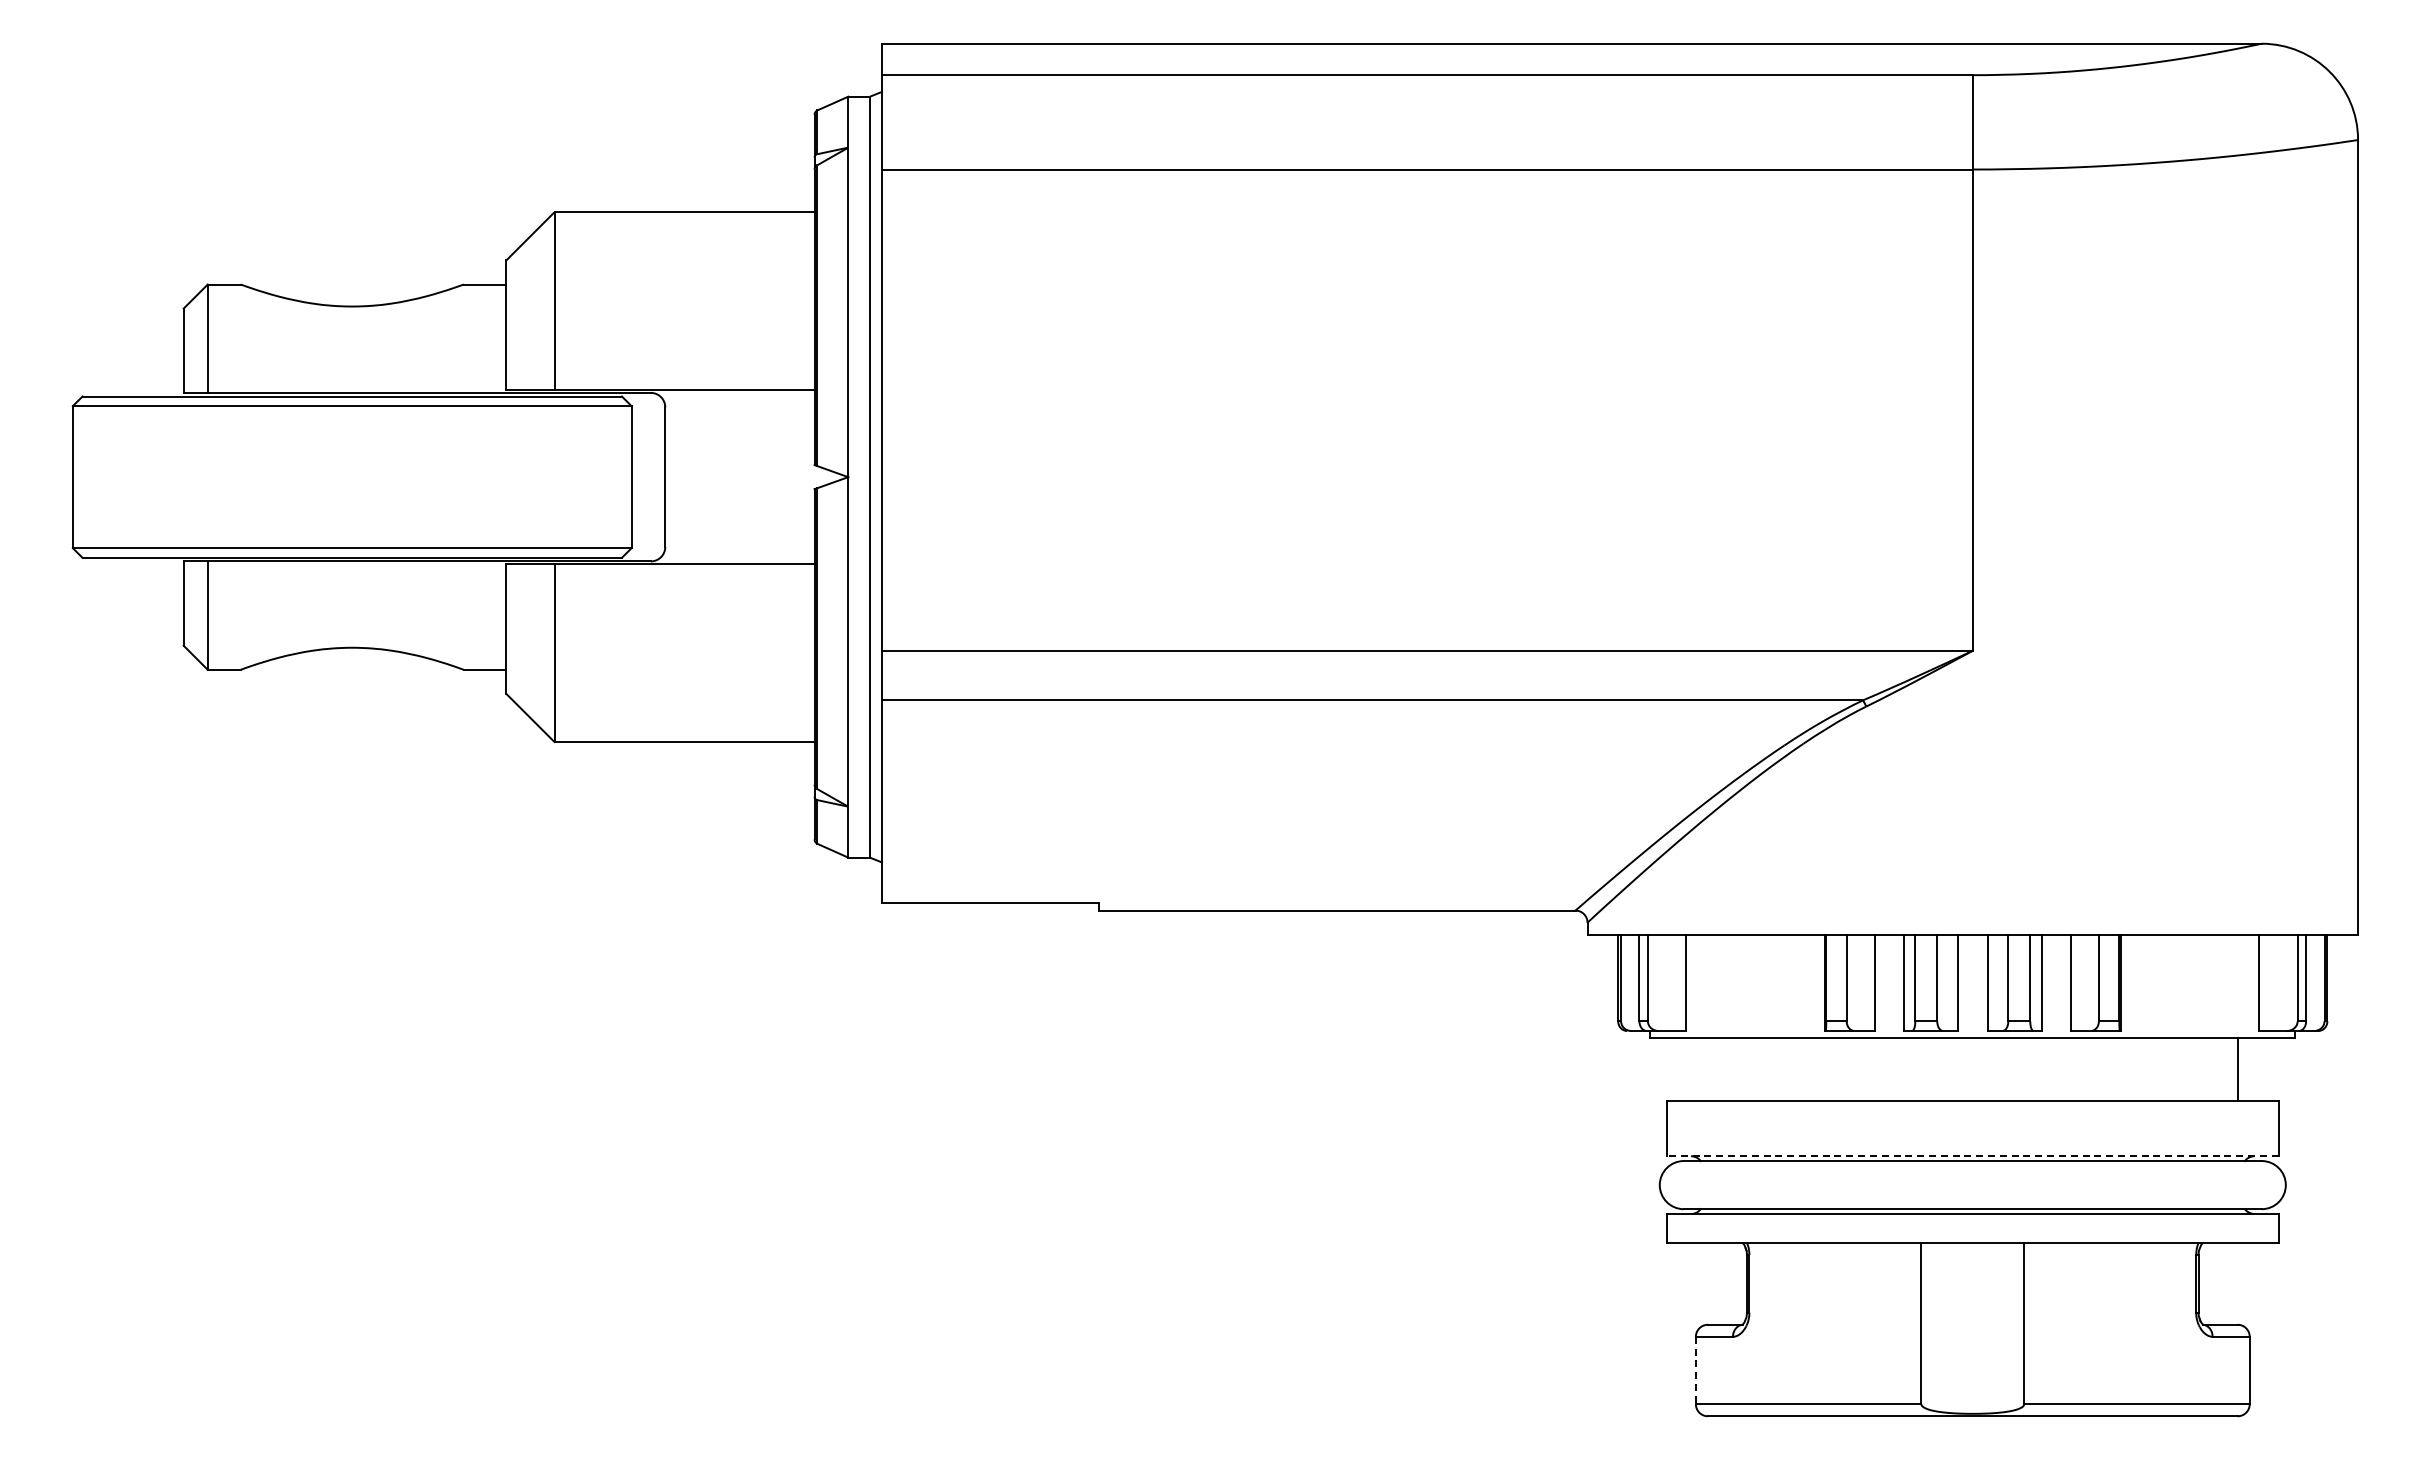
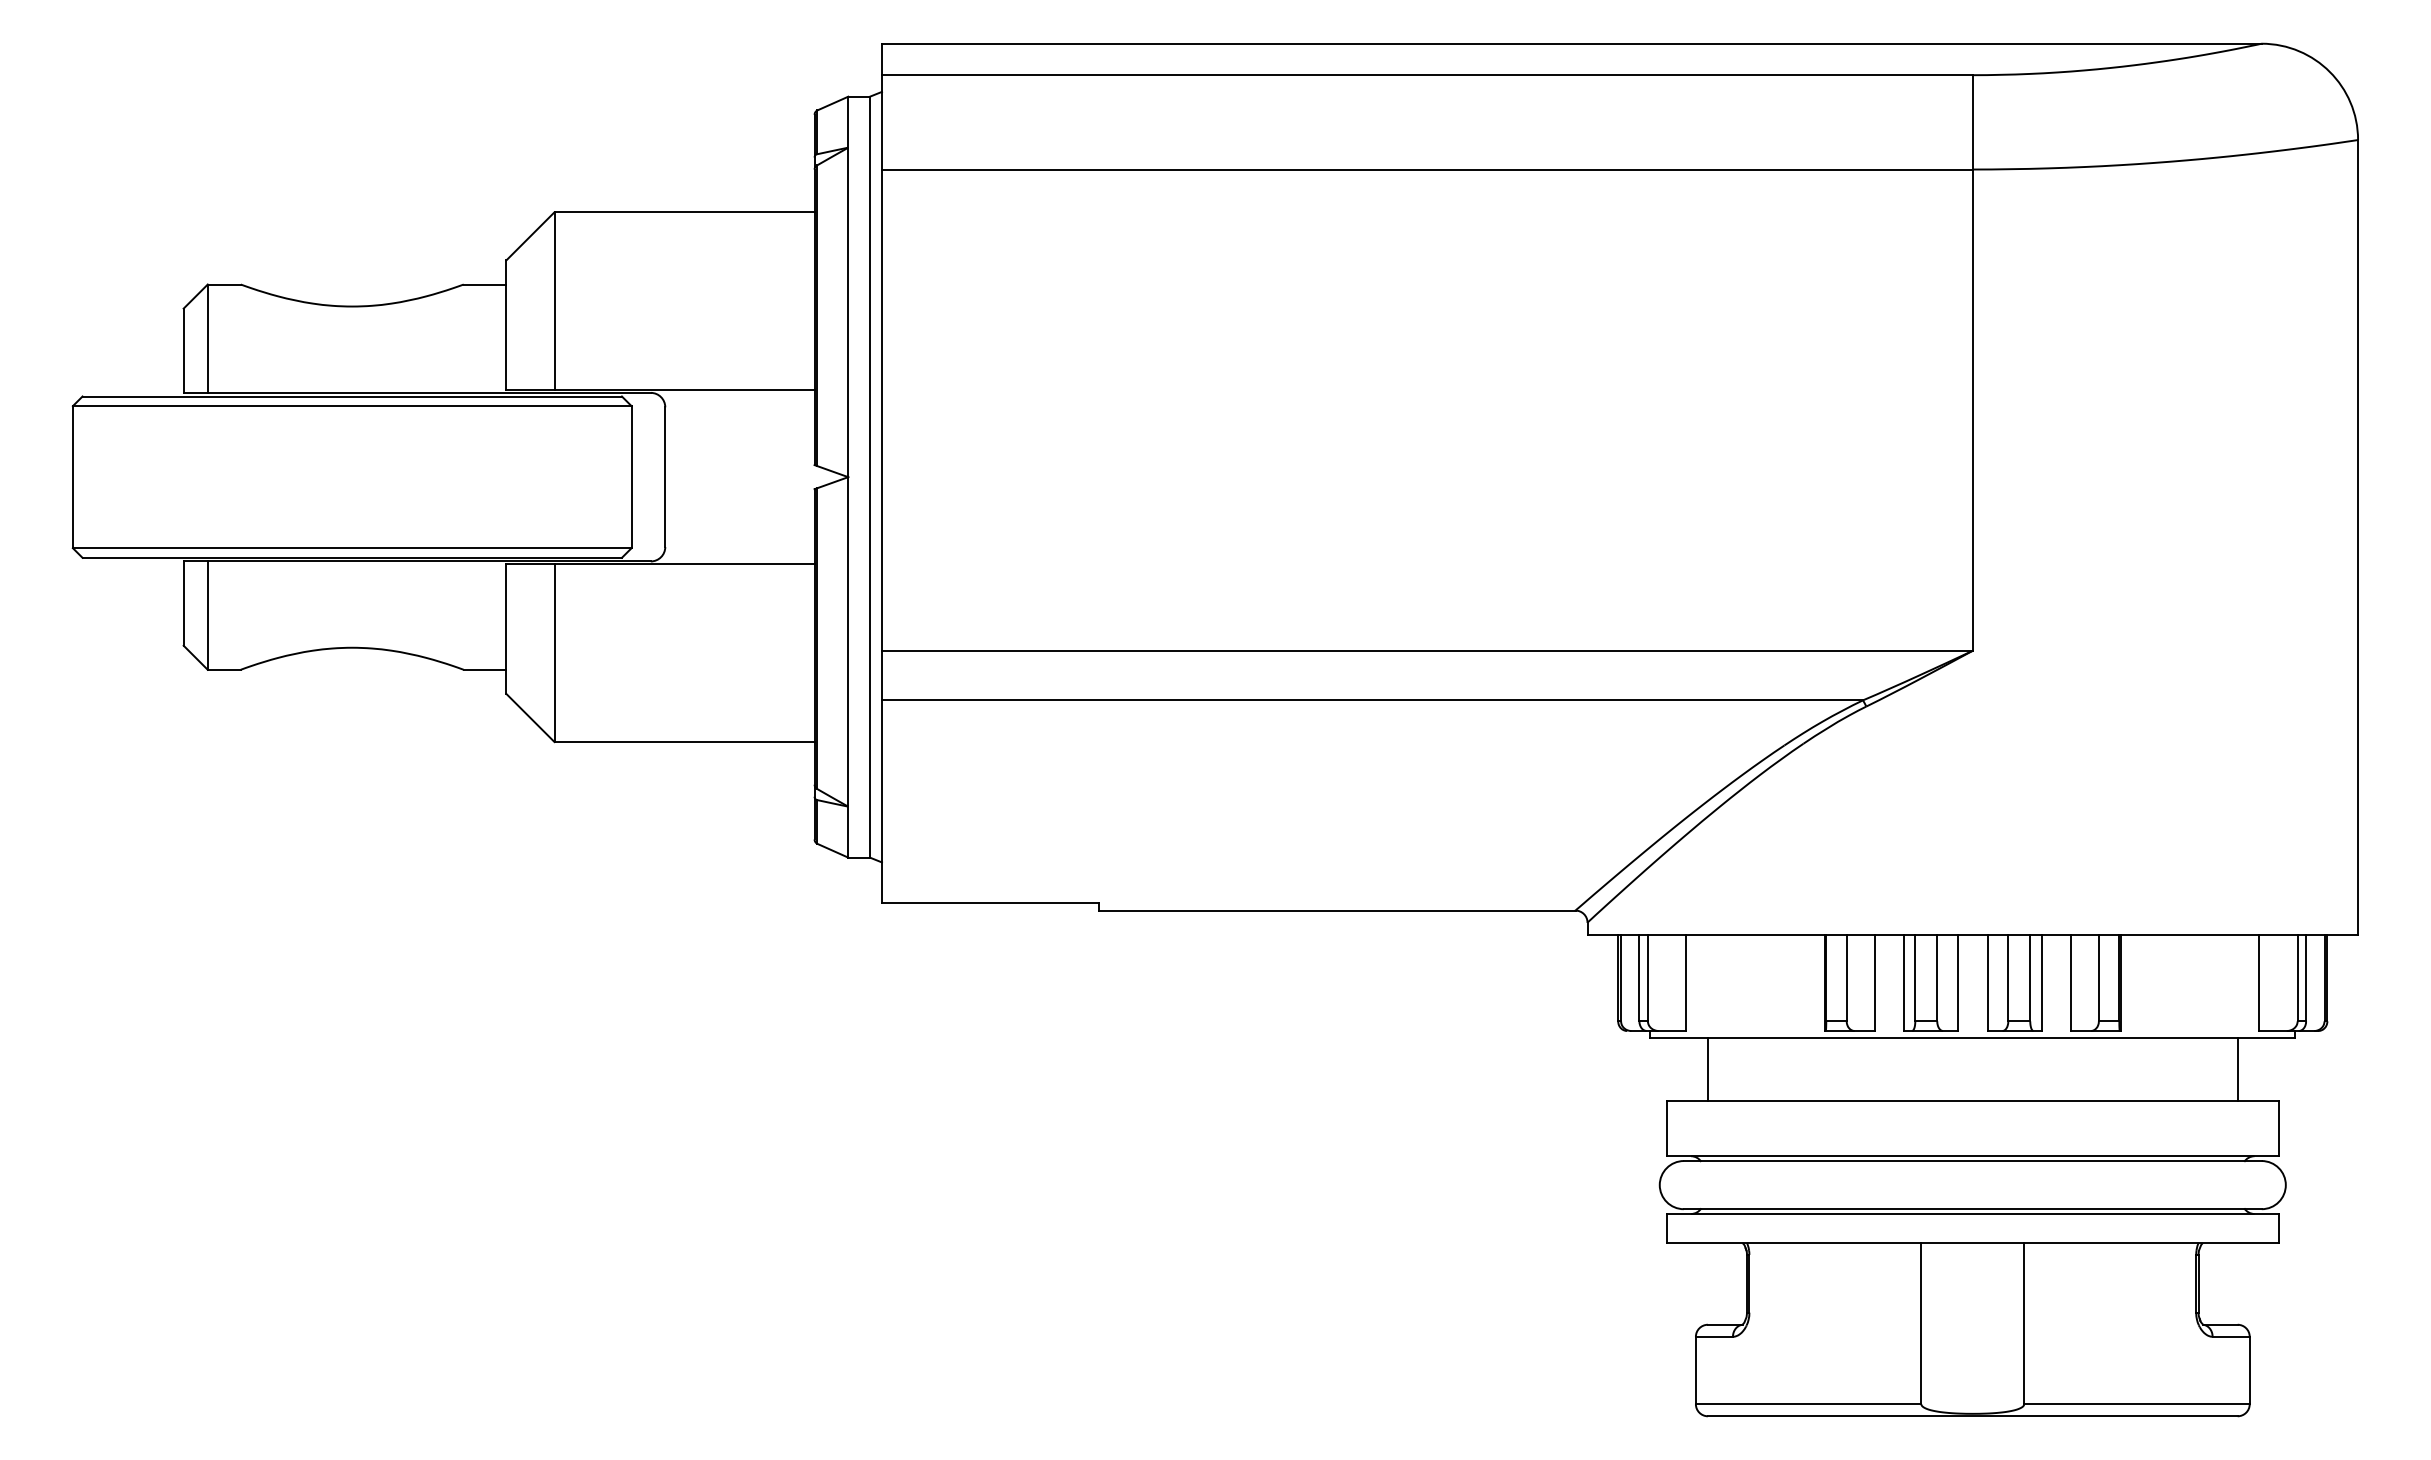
line at (1707, 1069): none -> present
line at (1972, 1156): dashed -> solid
line at (1695, 1370): dashed -> solid
